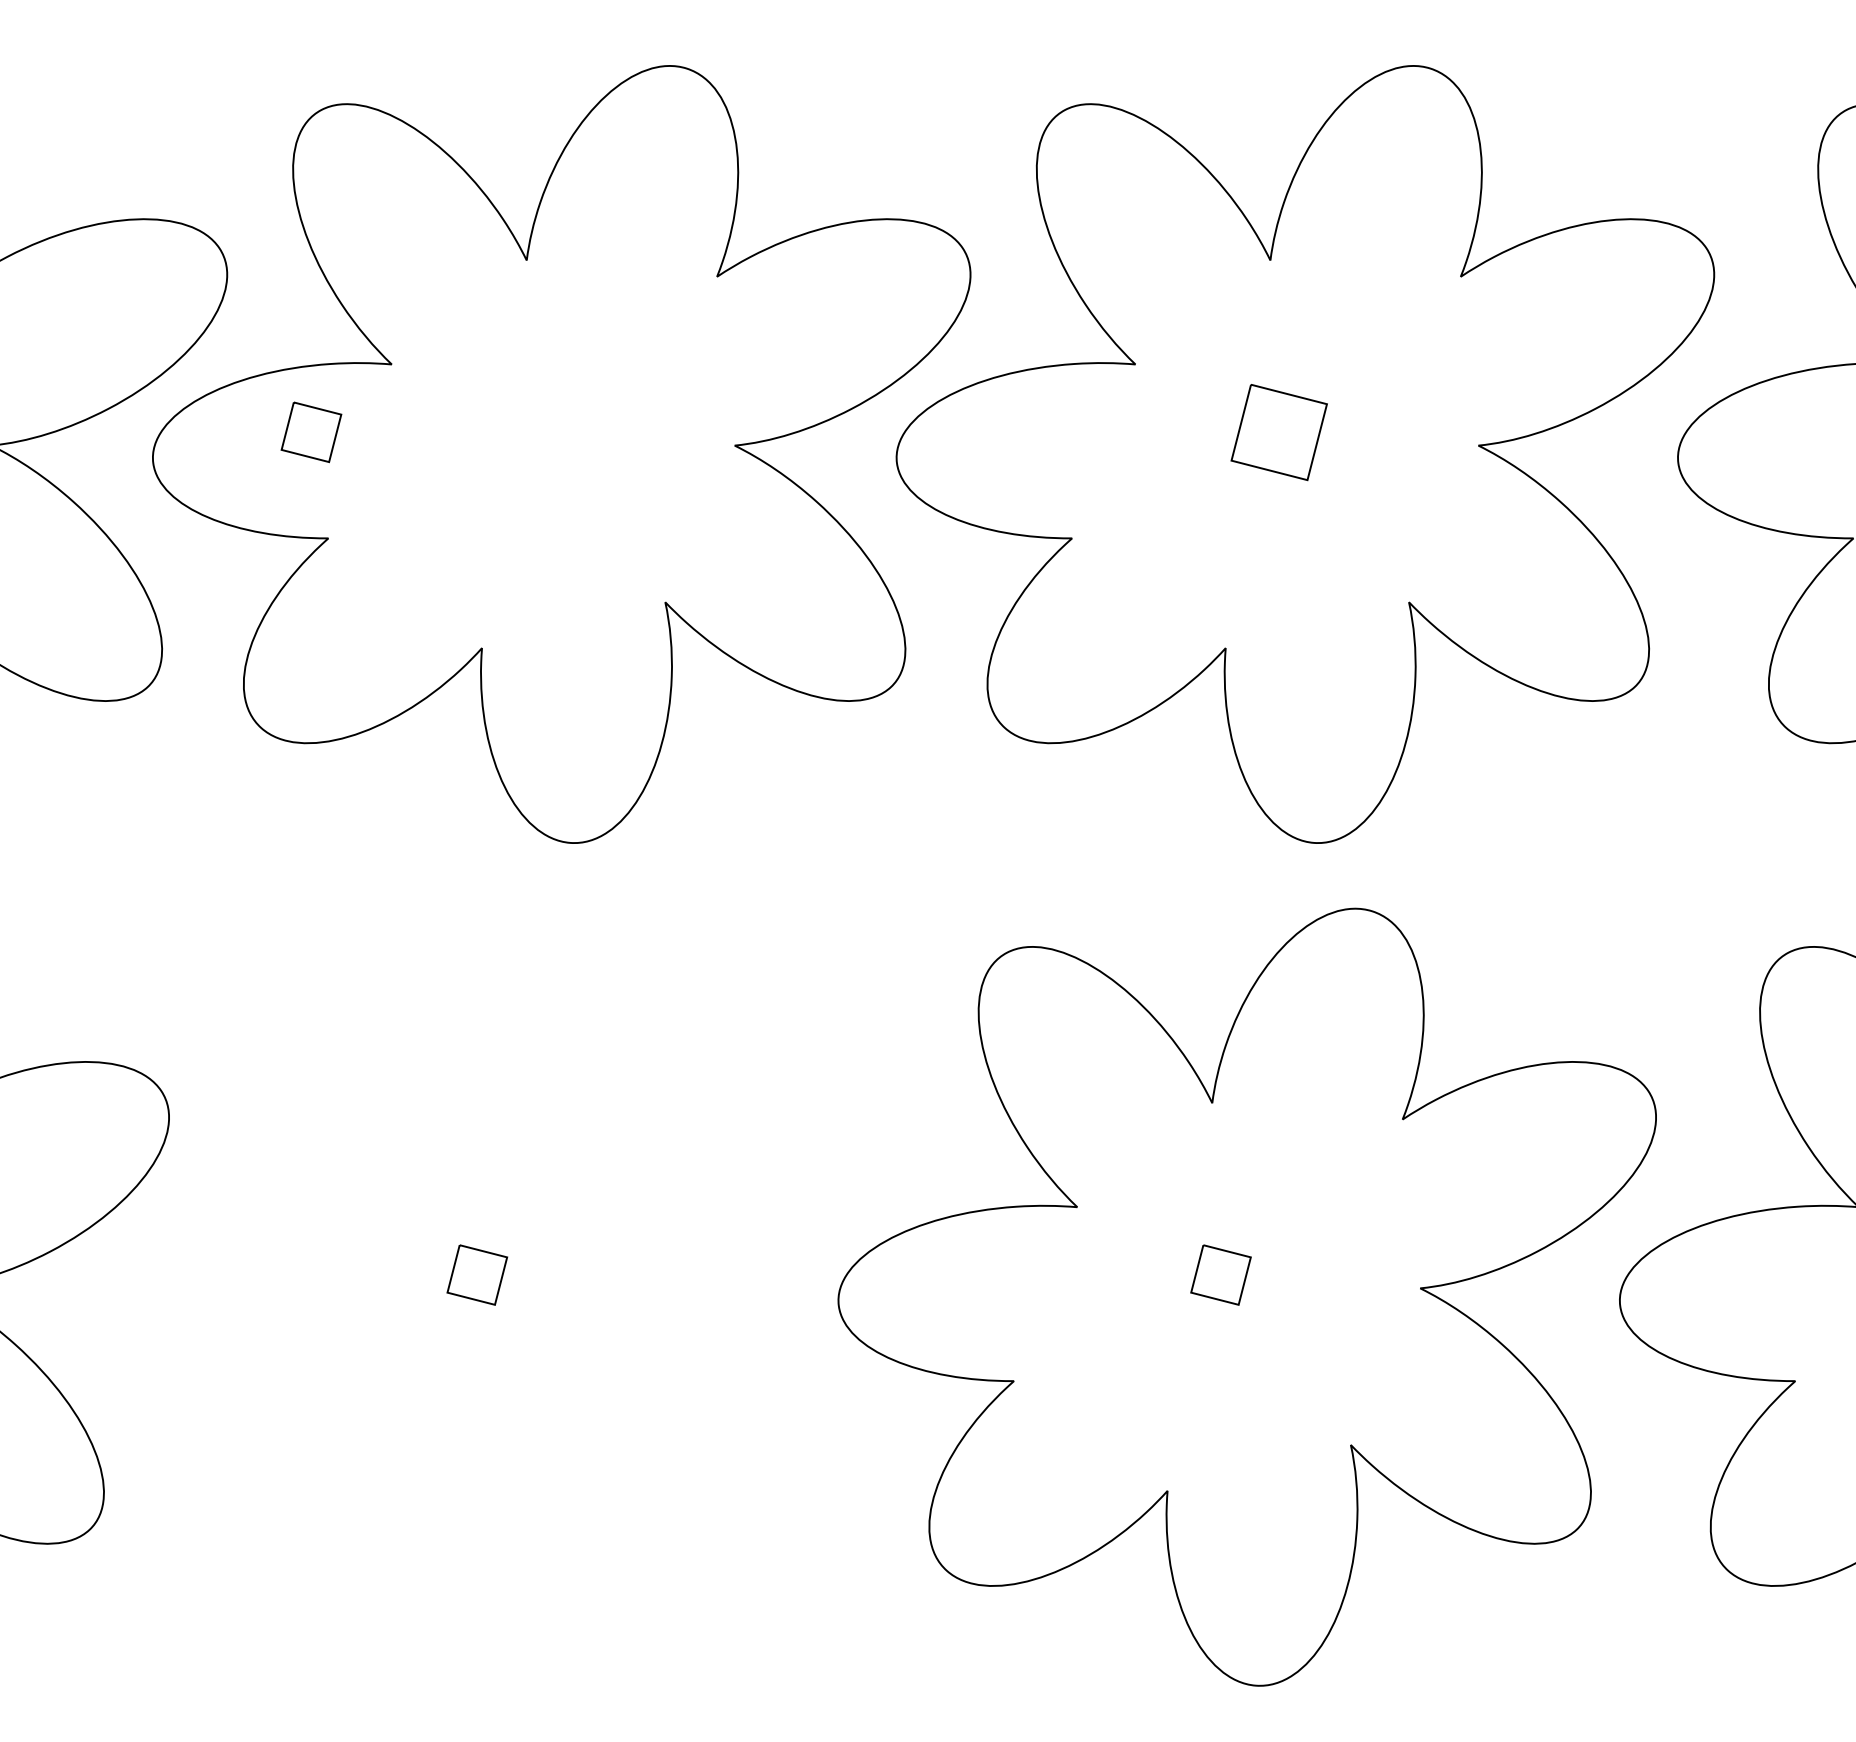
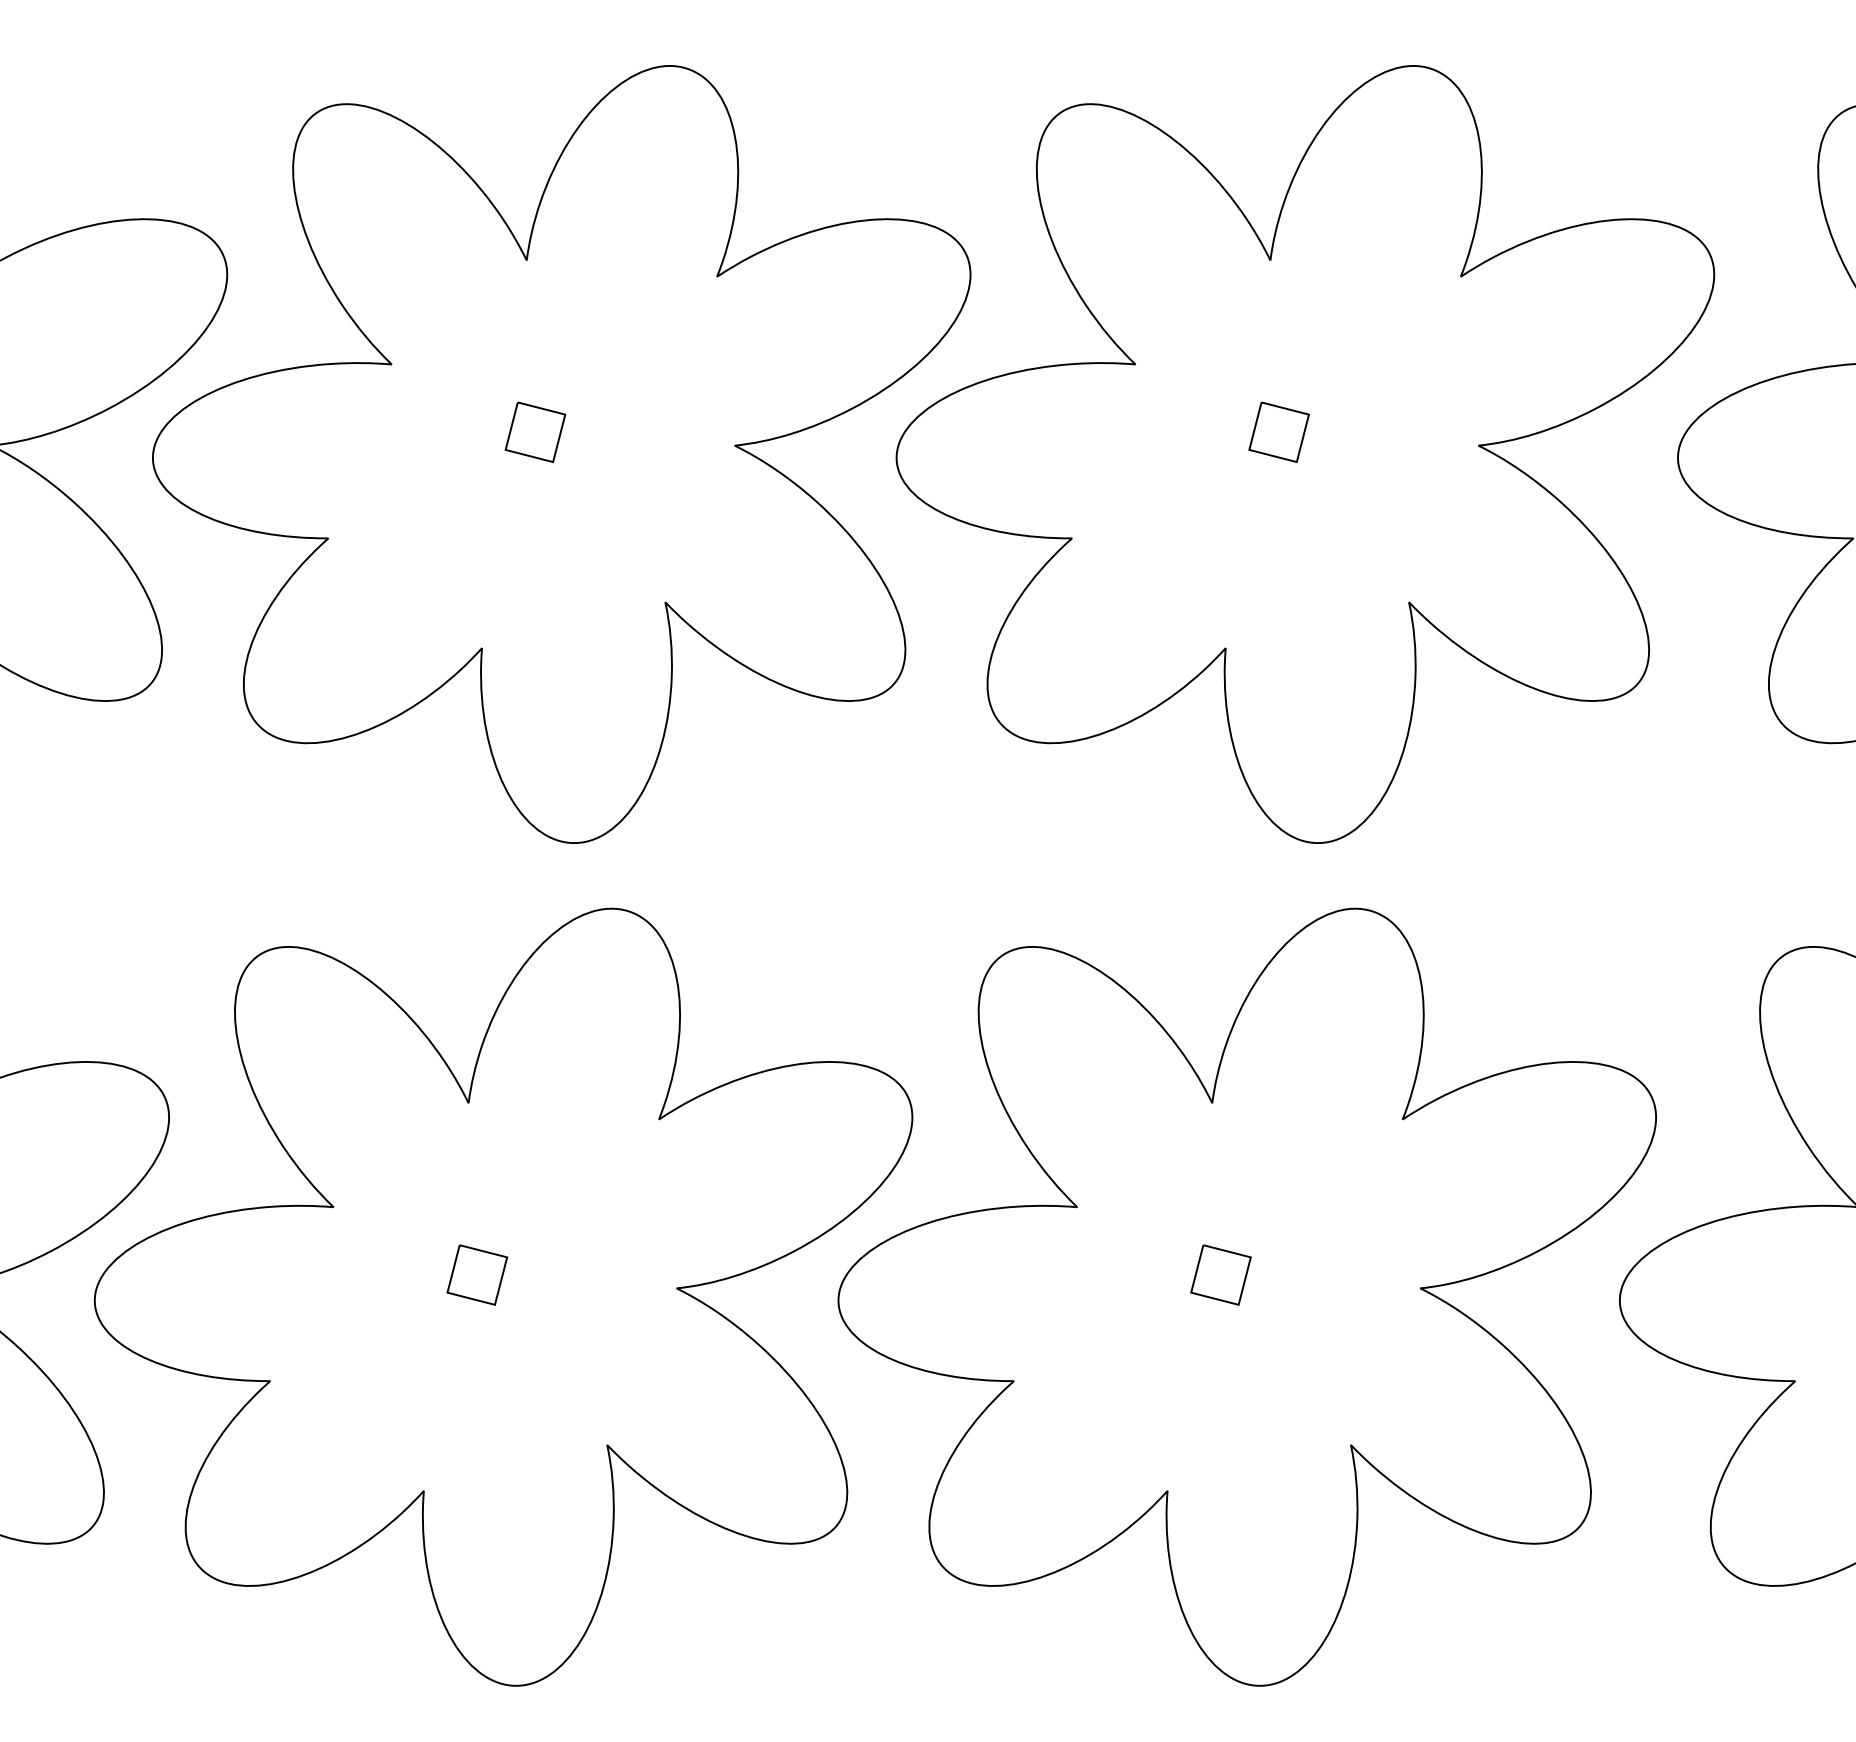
part at (311, 432) position: (311, 432) -> (535, 432)
part at (1278, 432) size: 98x98 px -> 62x62 px
part at (503, 1296): none -> present
